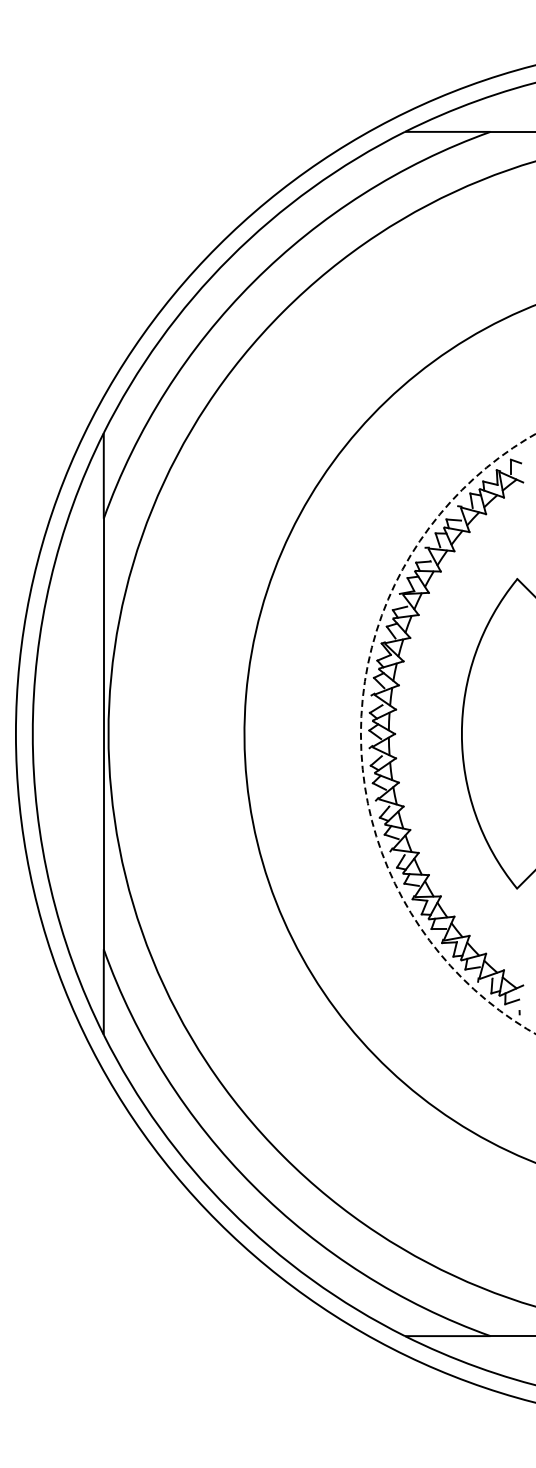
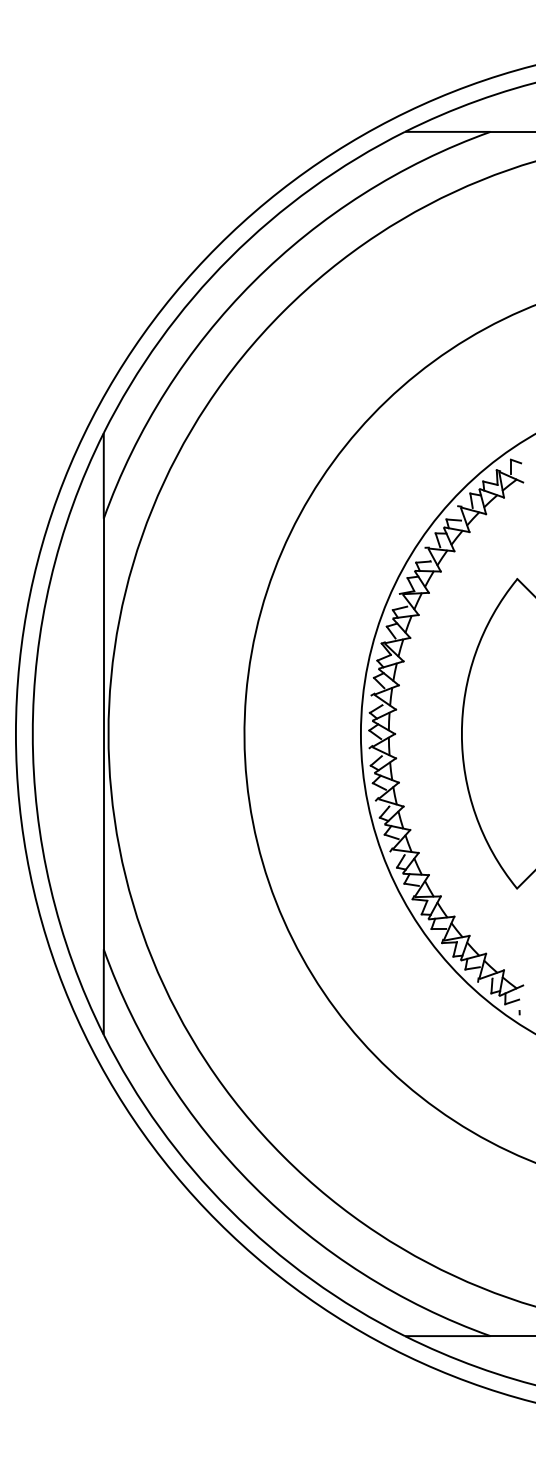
circle at (447, 733): dashed -> solid
